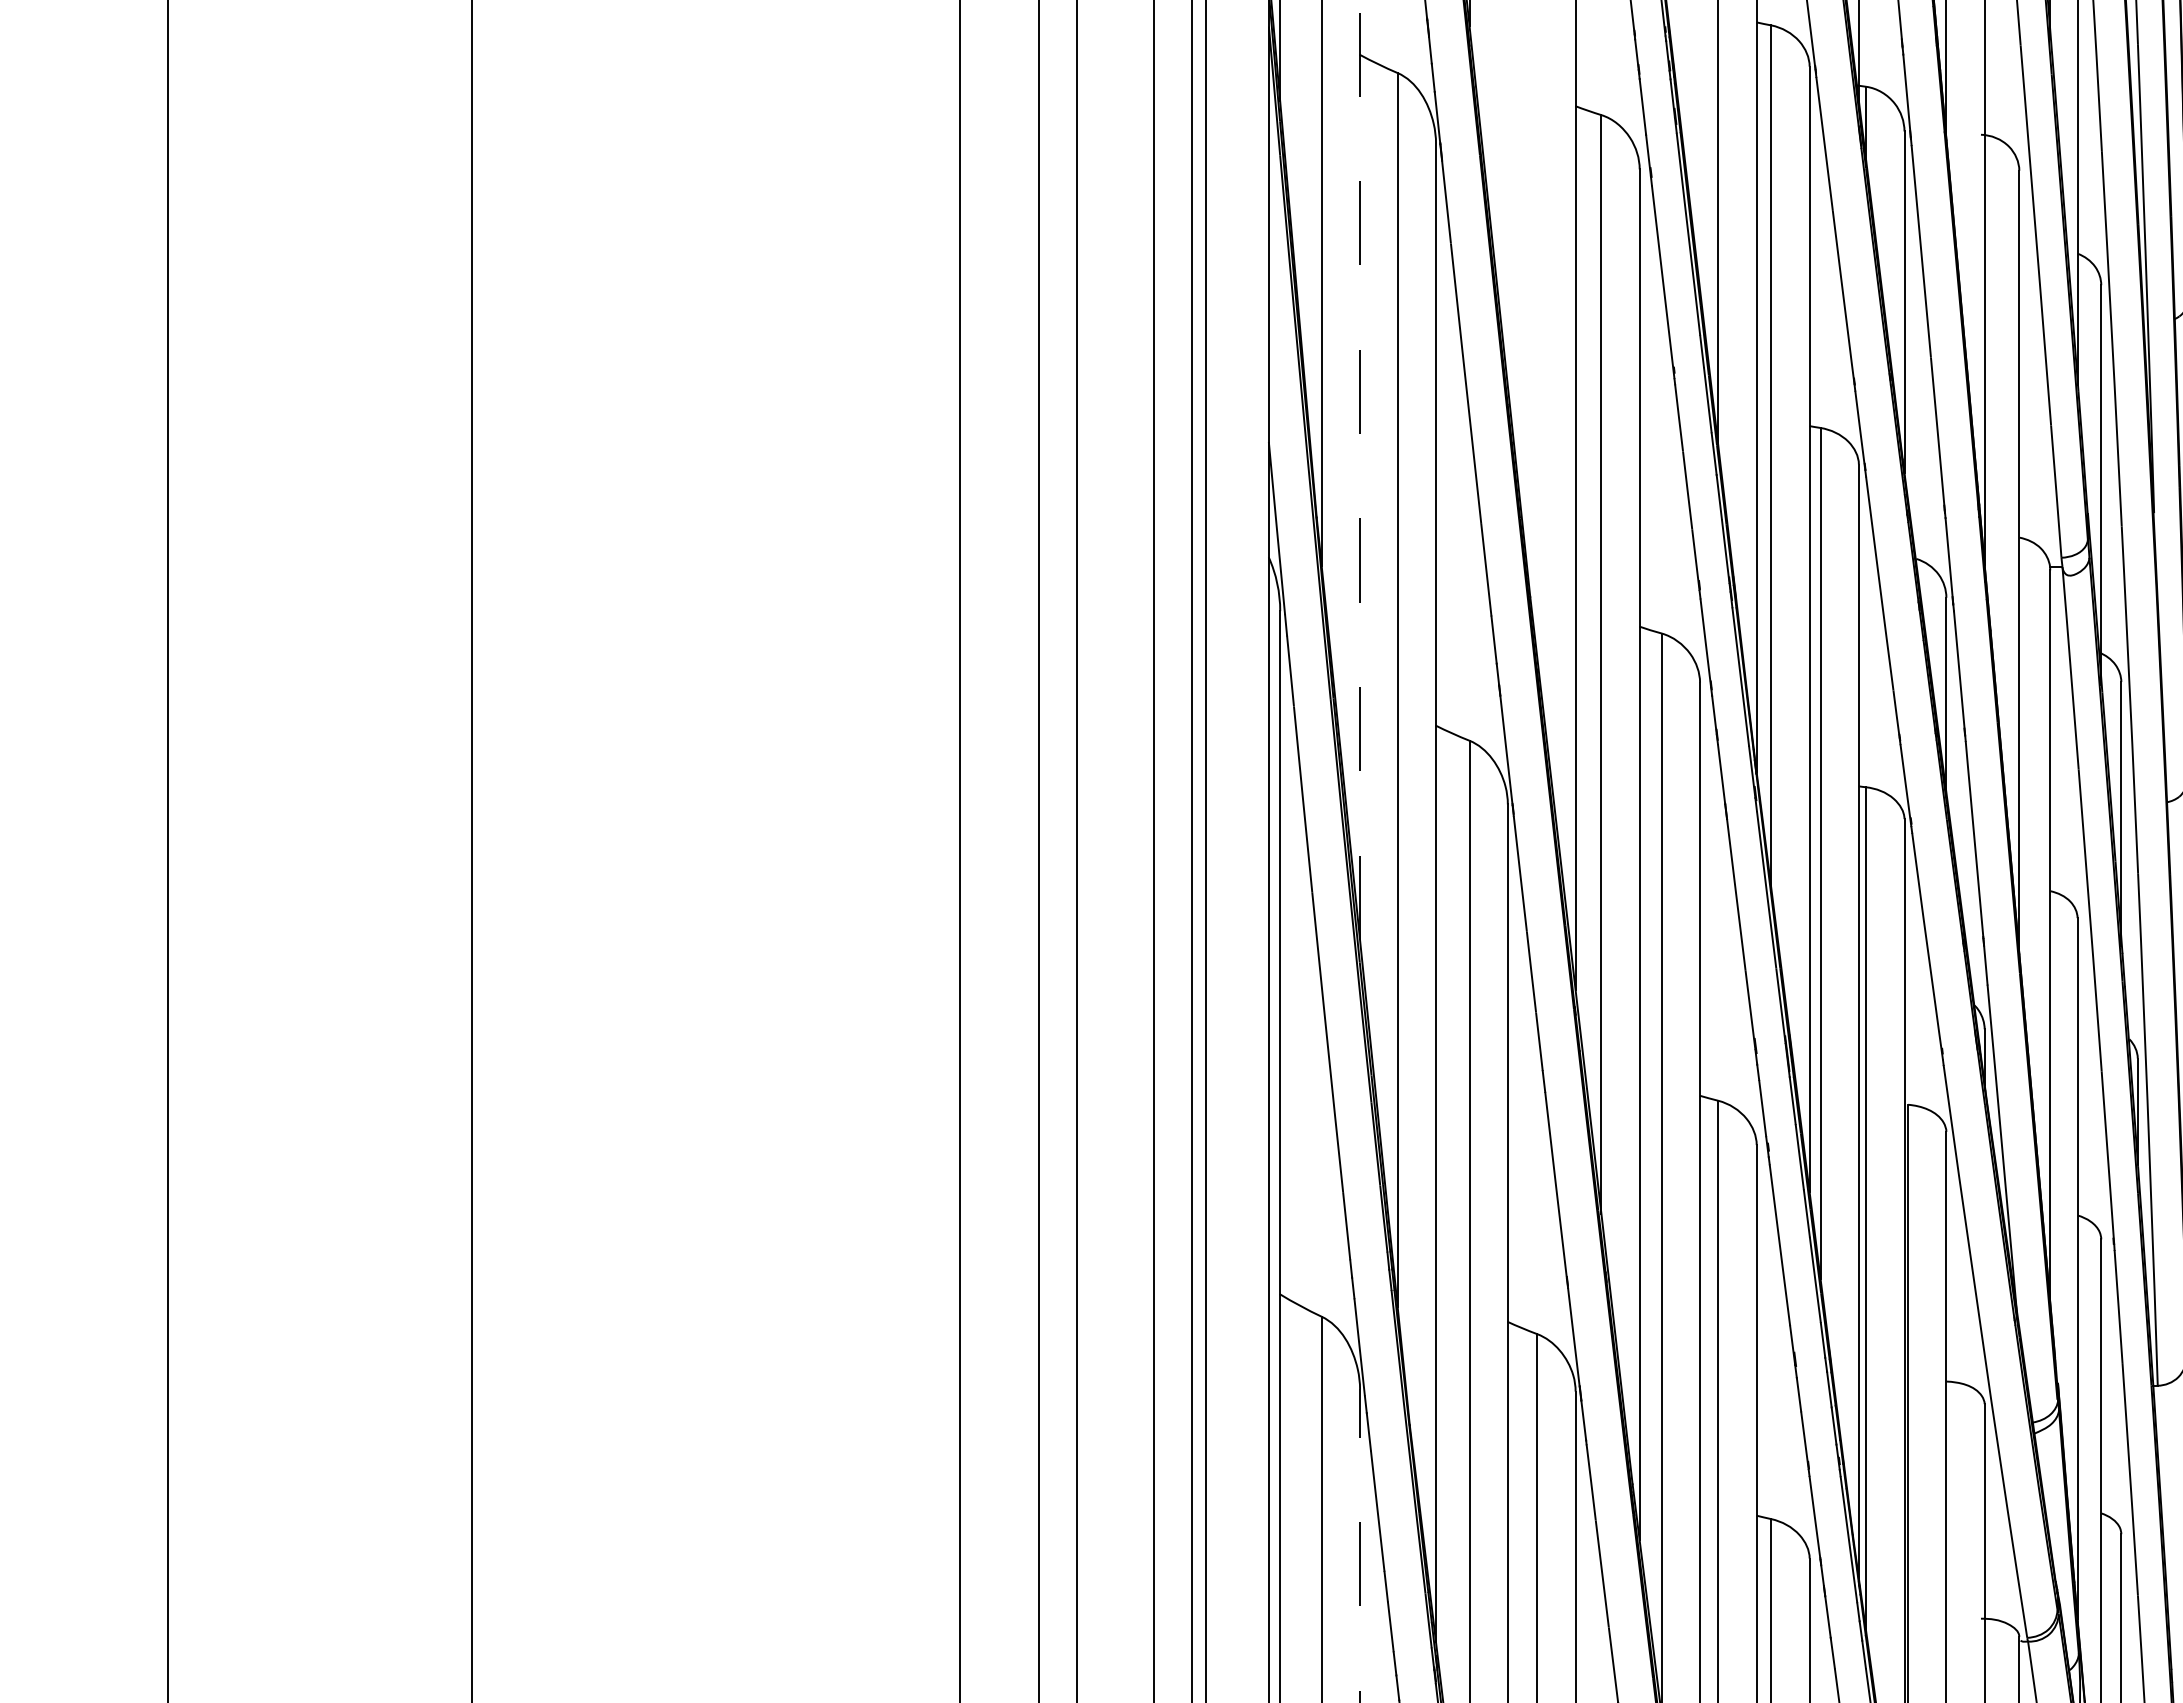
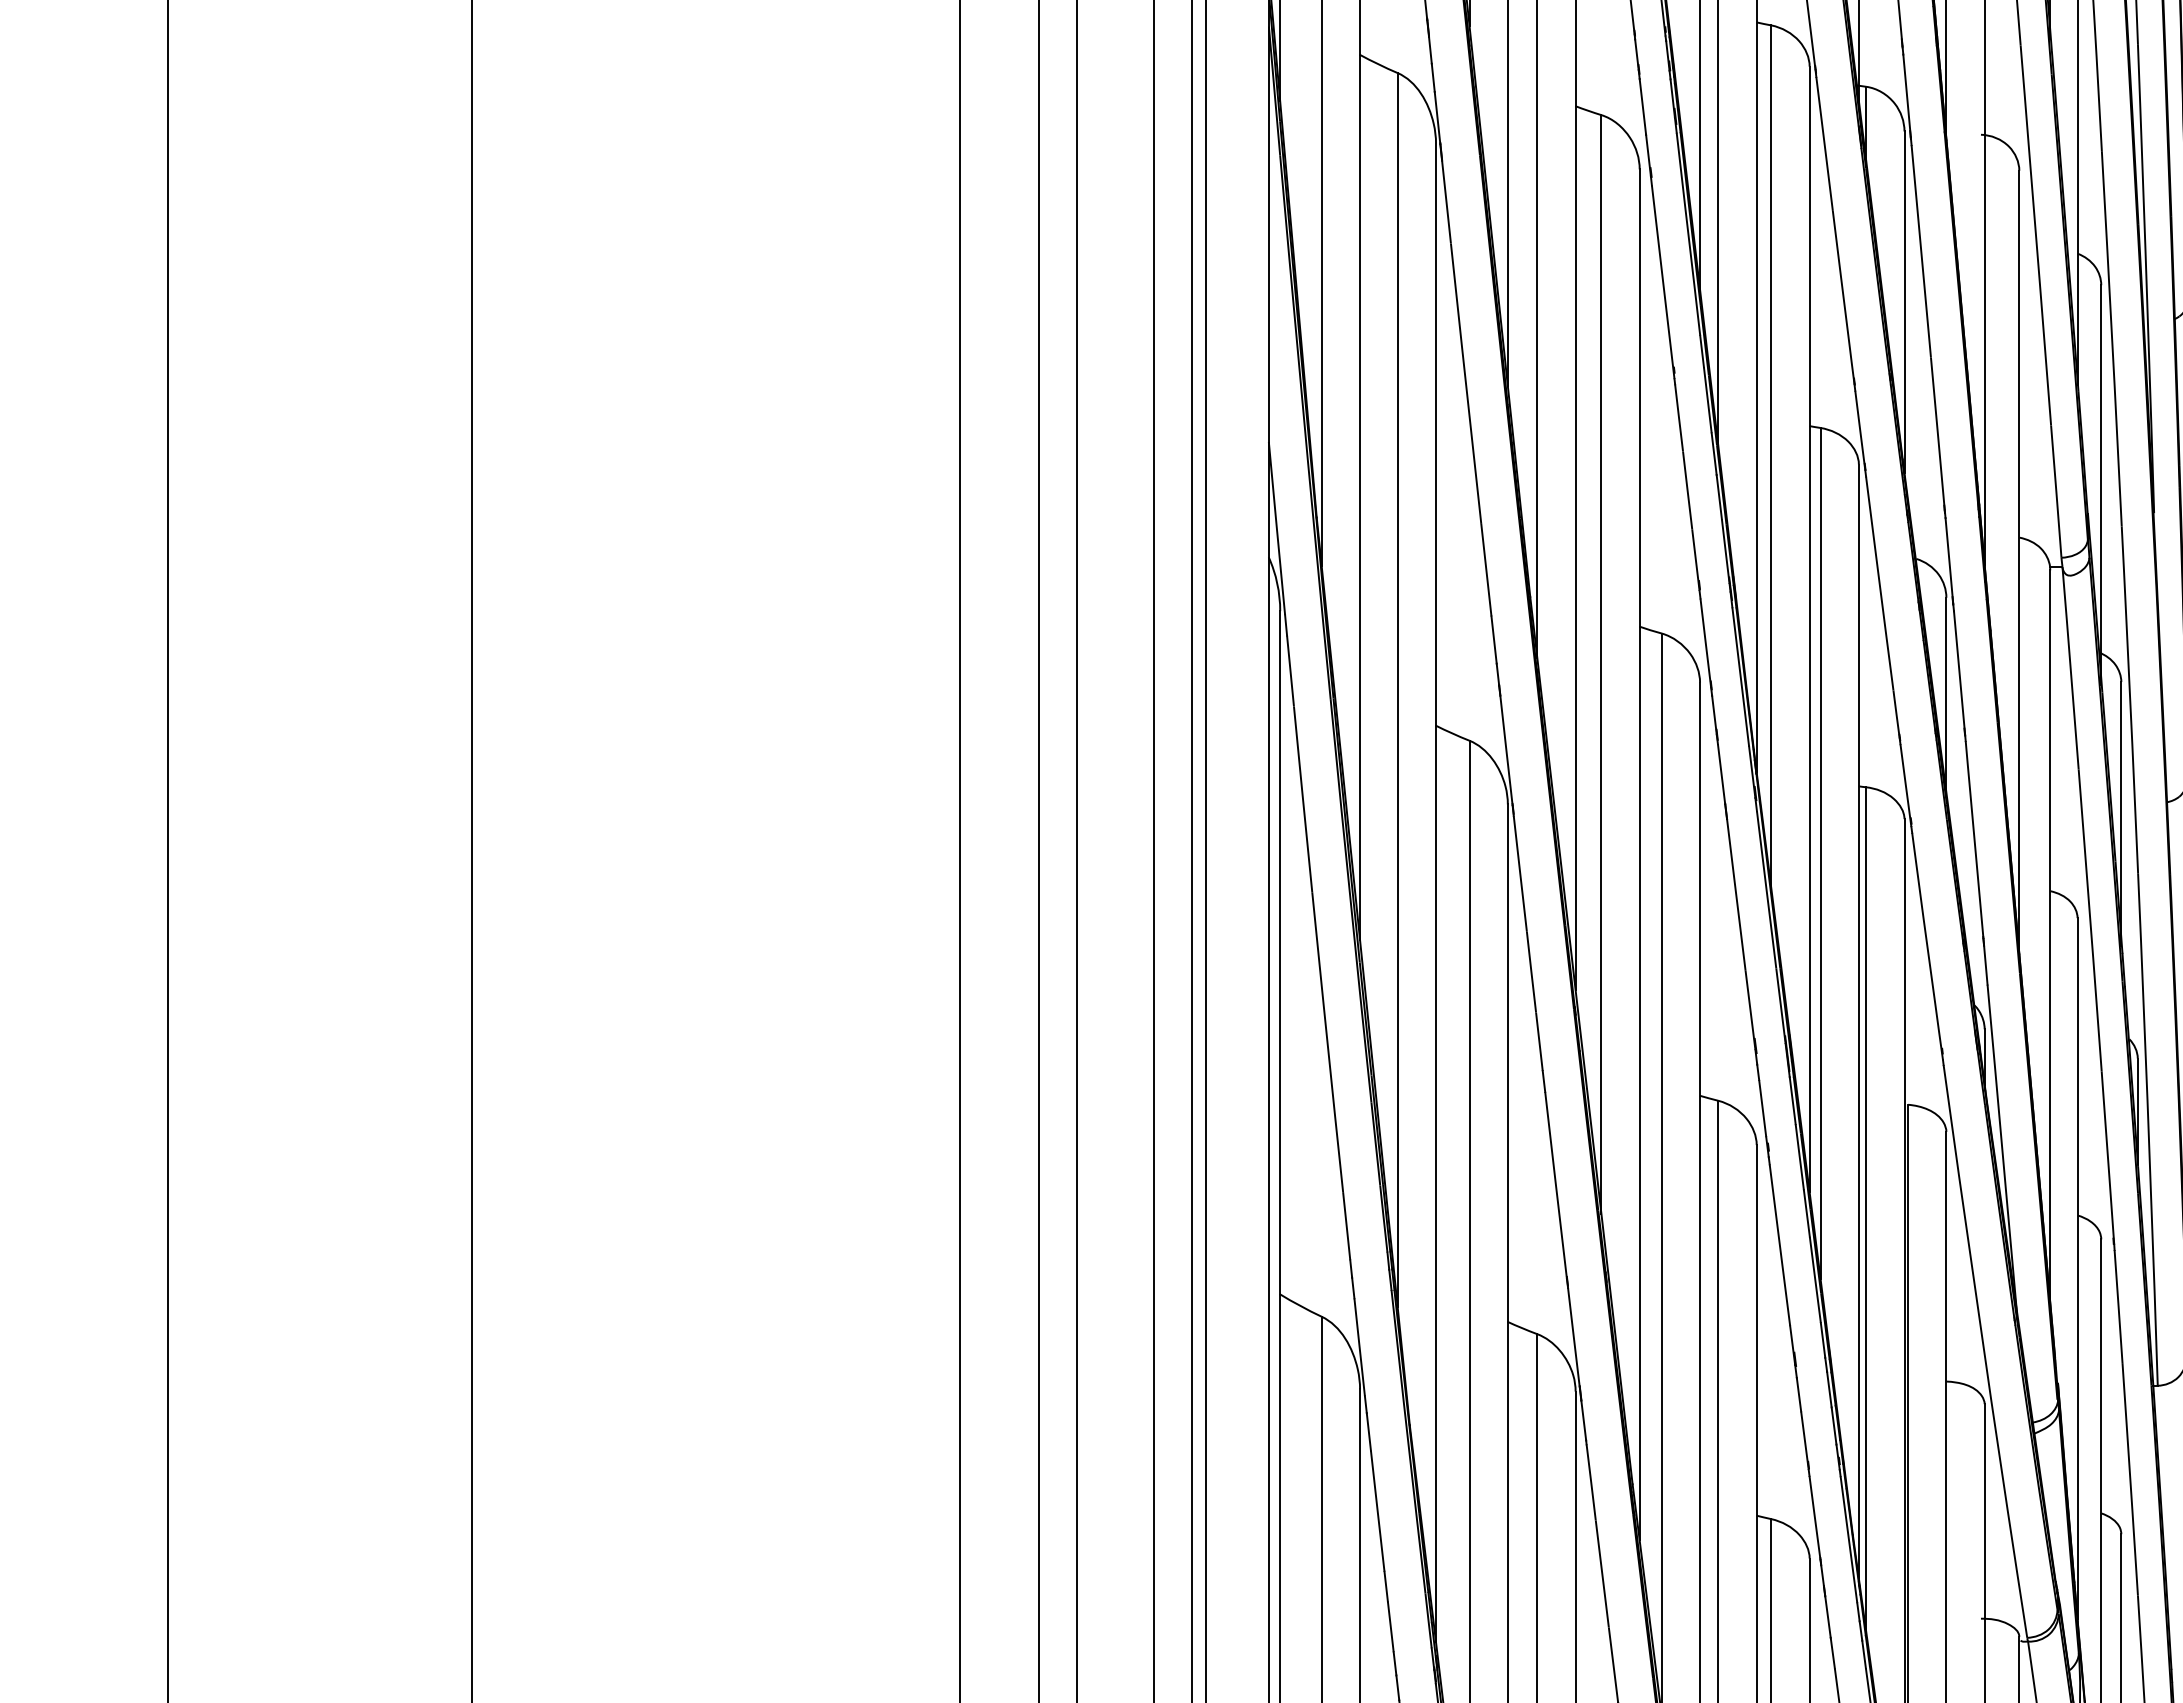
line at (1700, 146): none -> present
line at (1507, 194): none -> present
line at (1537, 330): none -> present
line at (1360, 469): dashed -> solid
line at (1360, 1545): dashed -> solid
